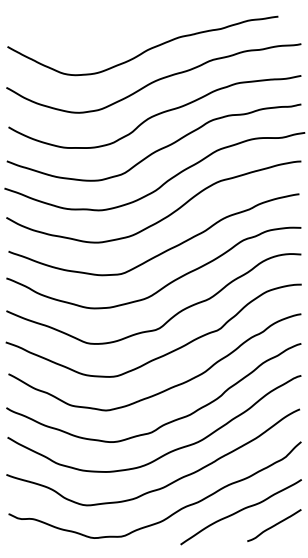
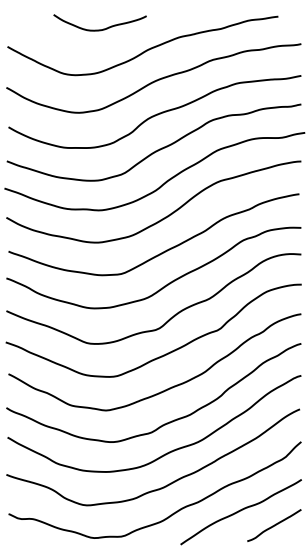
curve at (99, 29): none -> present
